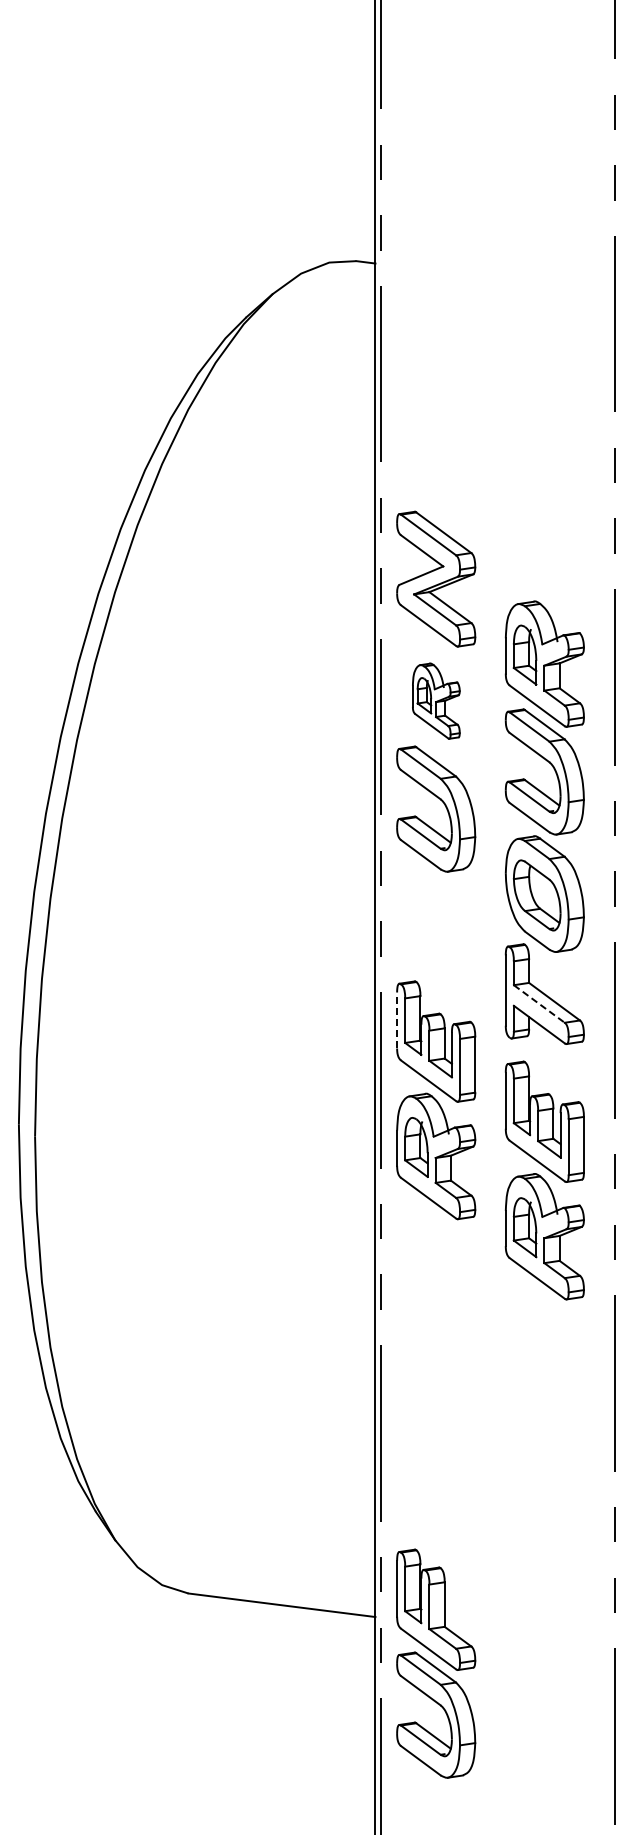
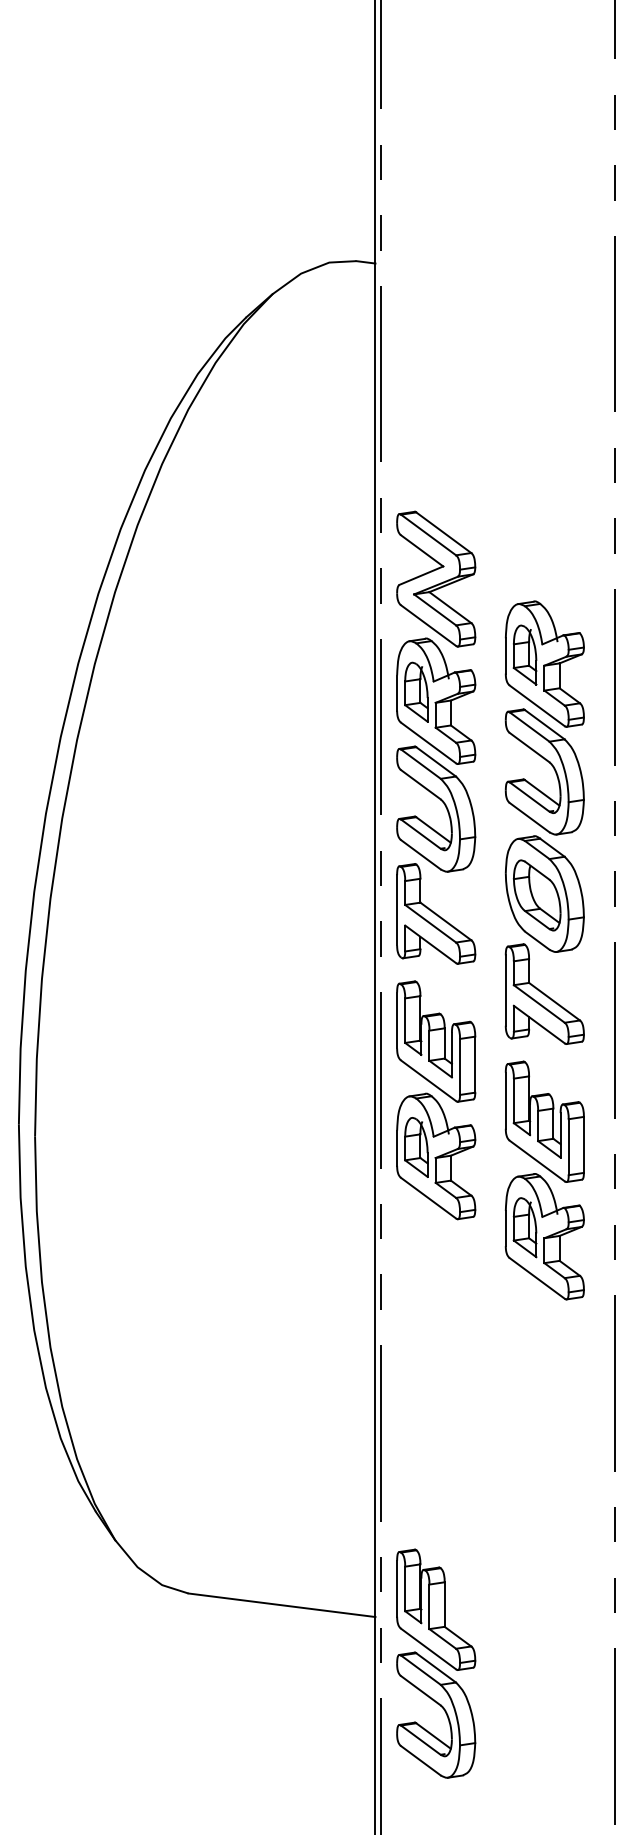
part at (436, 700) size: 49x78 px -> 81x128 px
part at (436, 913): none -> present
line at (539, 1003): dashed -> solid
line at (397, 1020): dashed -> solid
